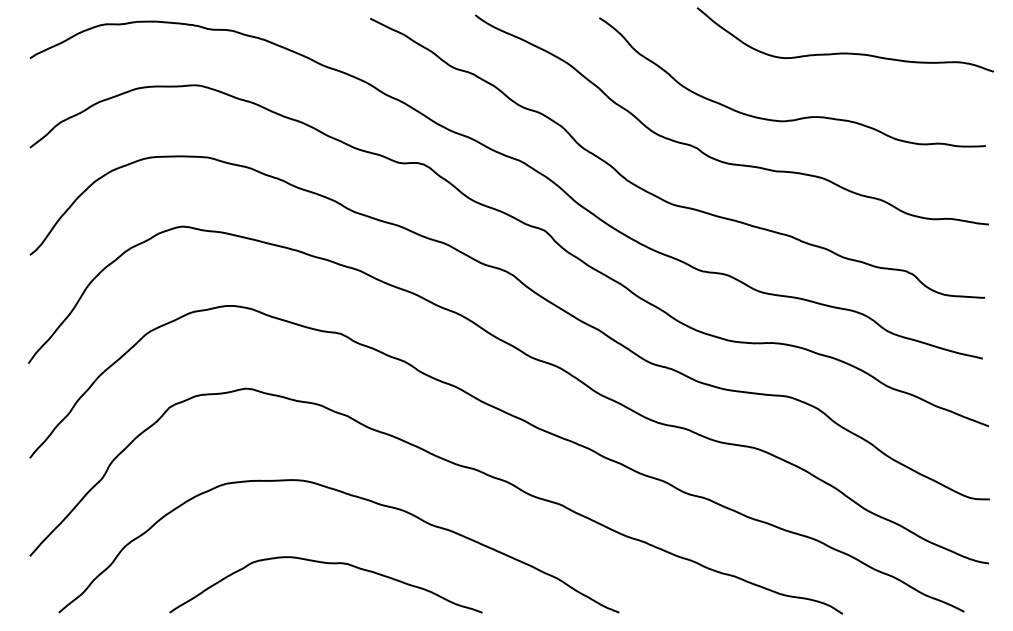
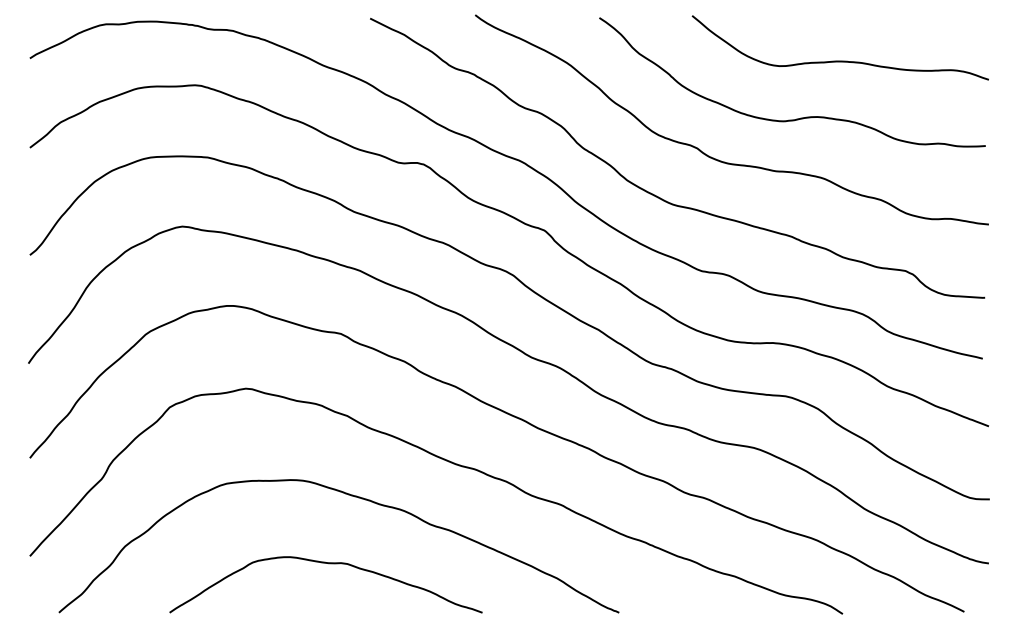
curve at (844, 52) position: (844, 52) -> (839, 60)
